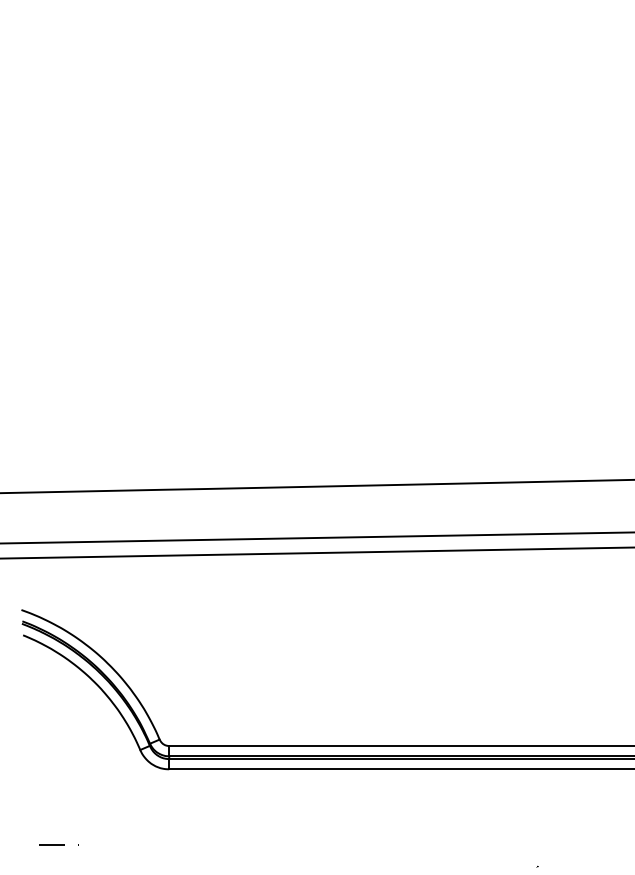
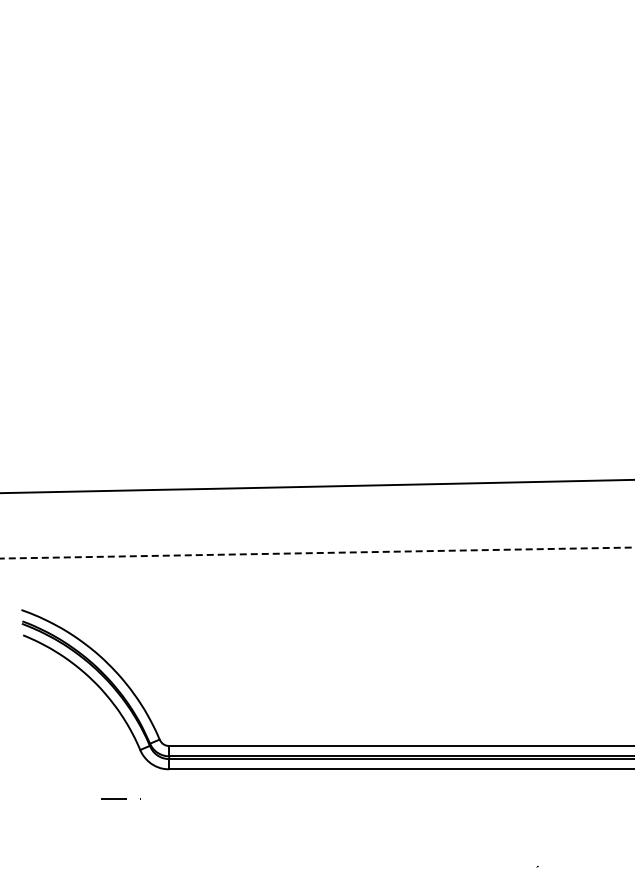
line at (316, 537): present -> none
line at (317, 553): solid -> dashed
line at (58, 844) position: (58, 844) -> (120, 798)
